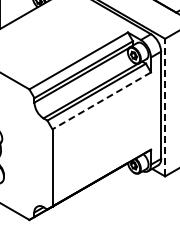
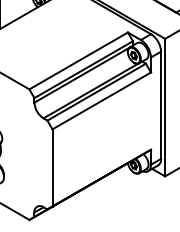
line at (101, 100): dashed -> solid
line at (165, 107): dashed -> solid
